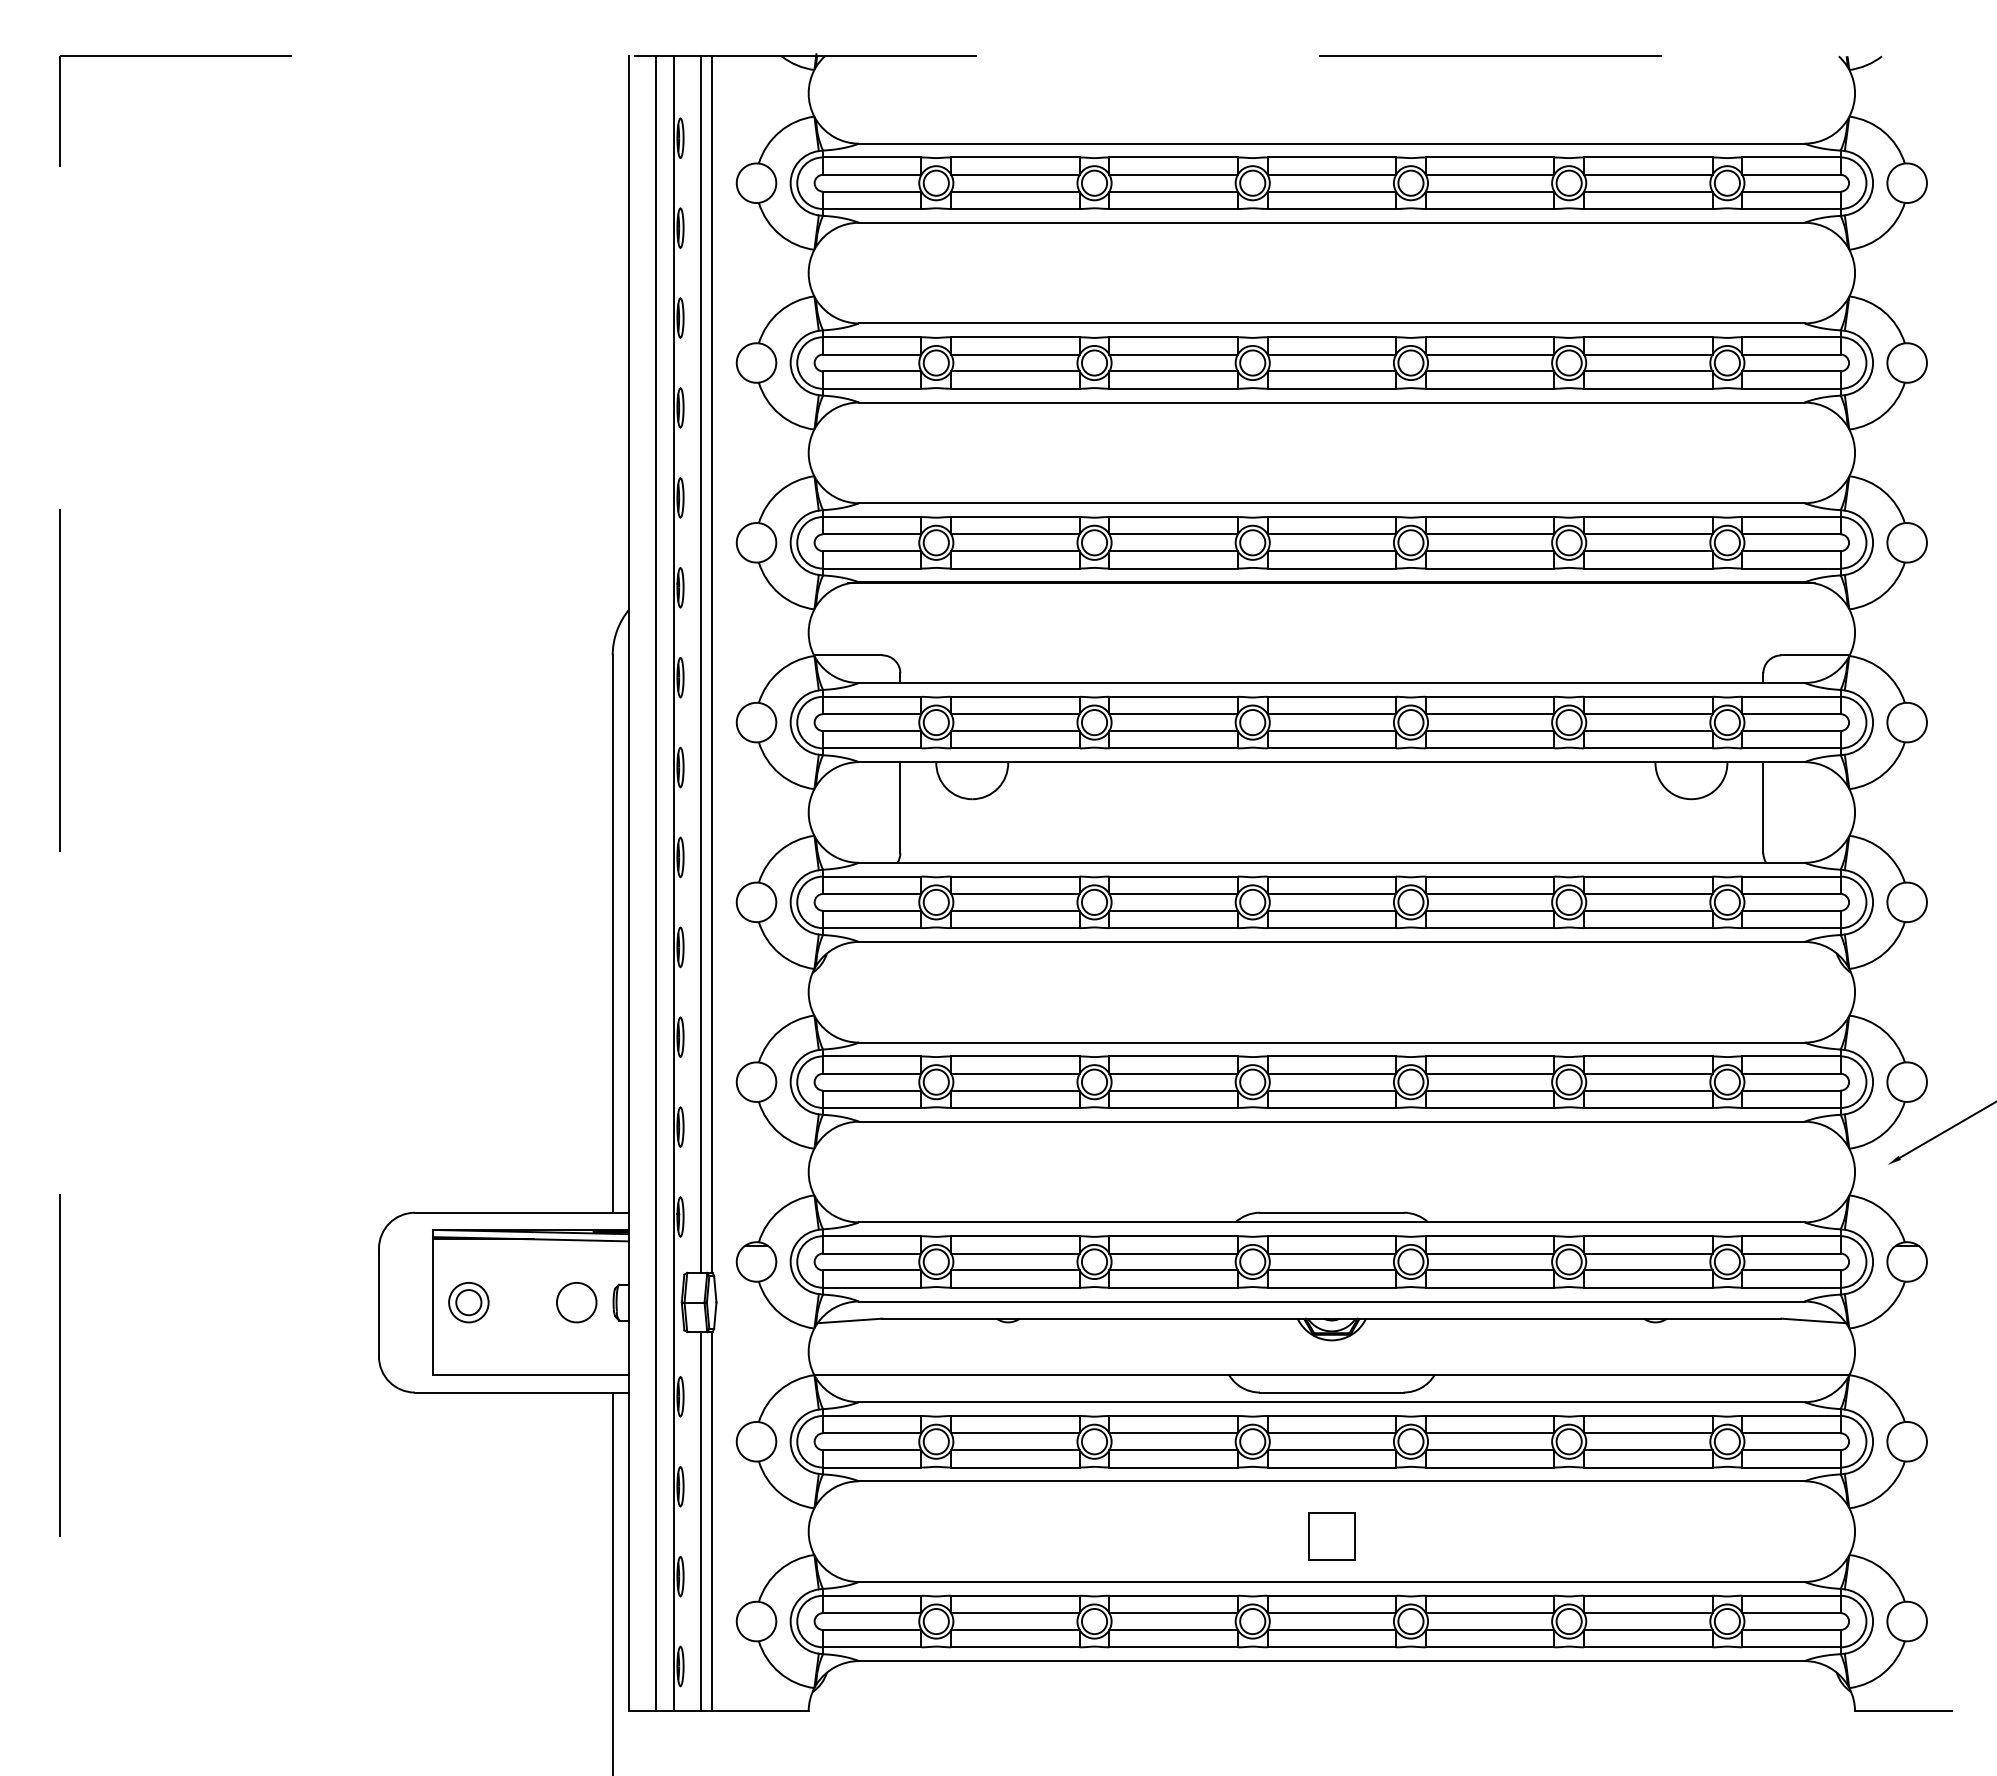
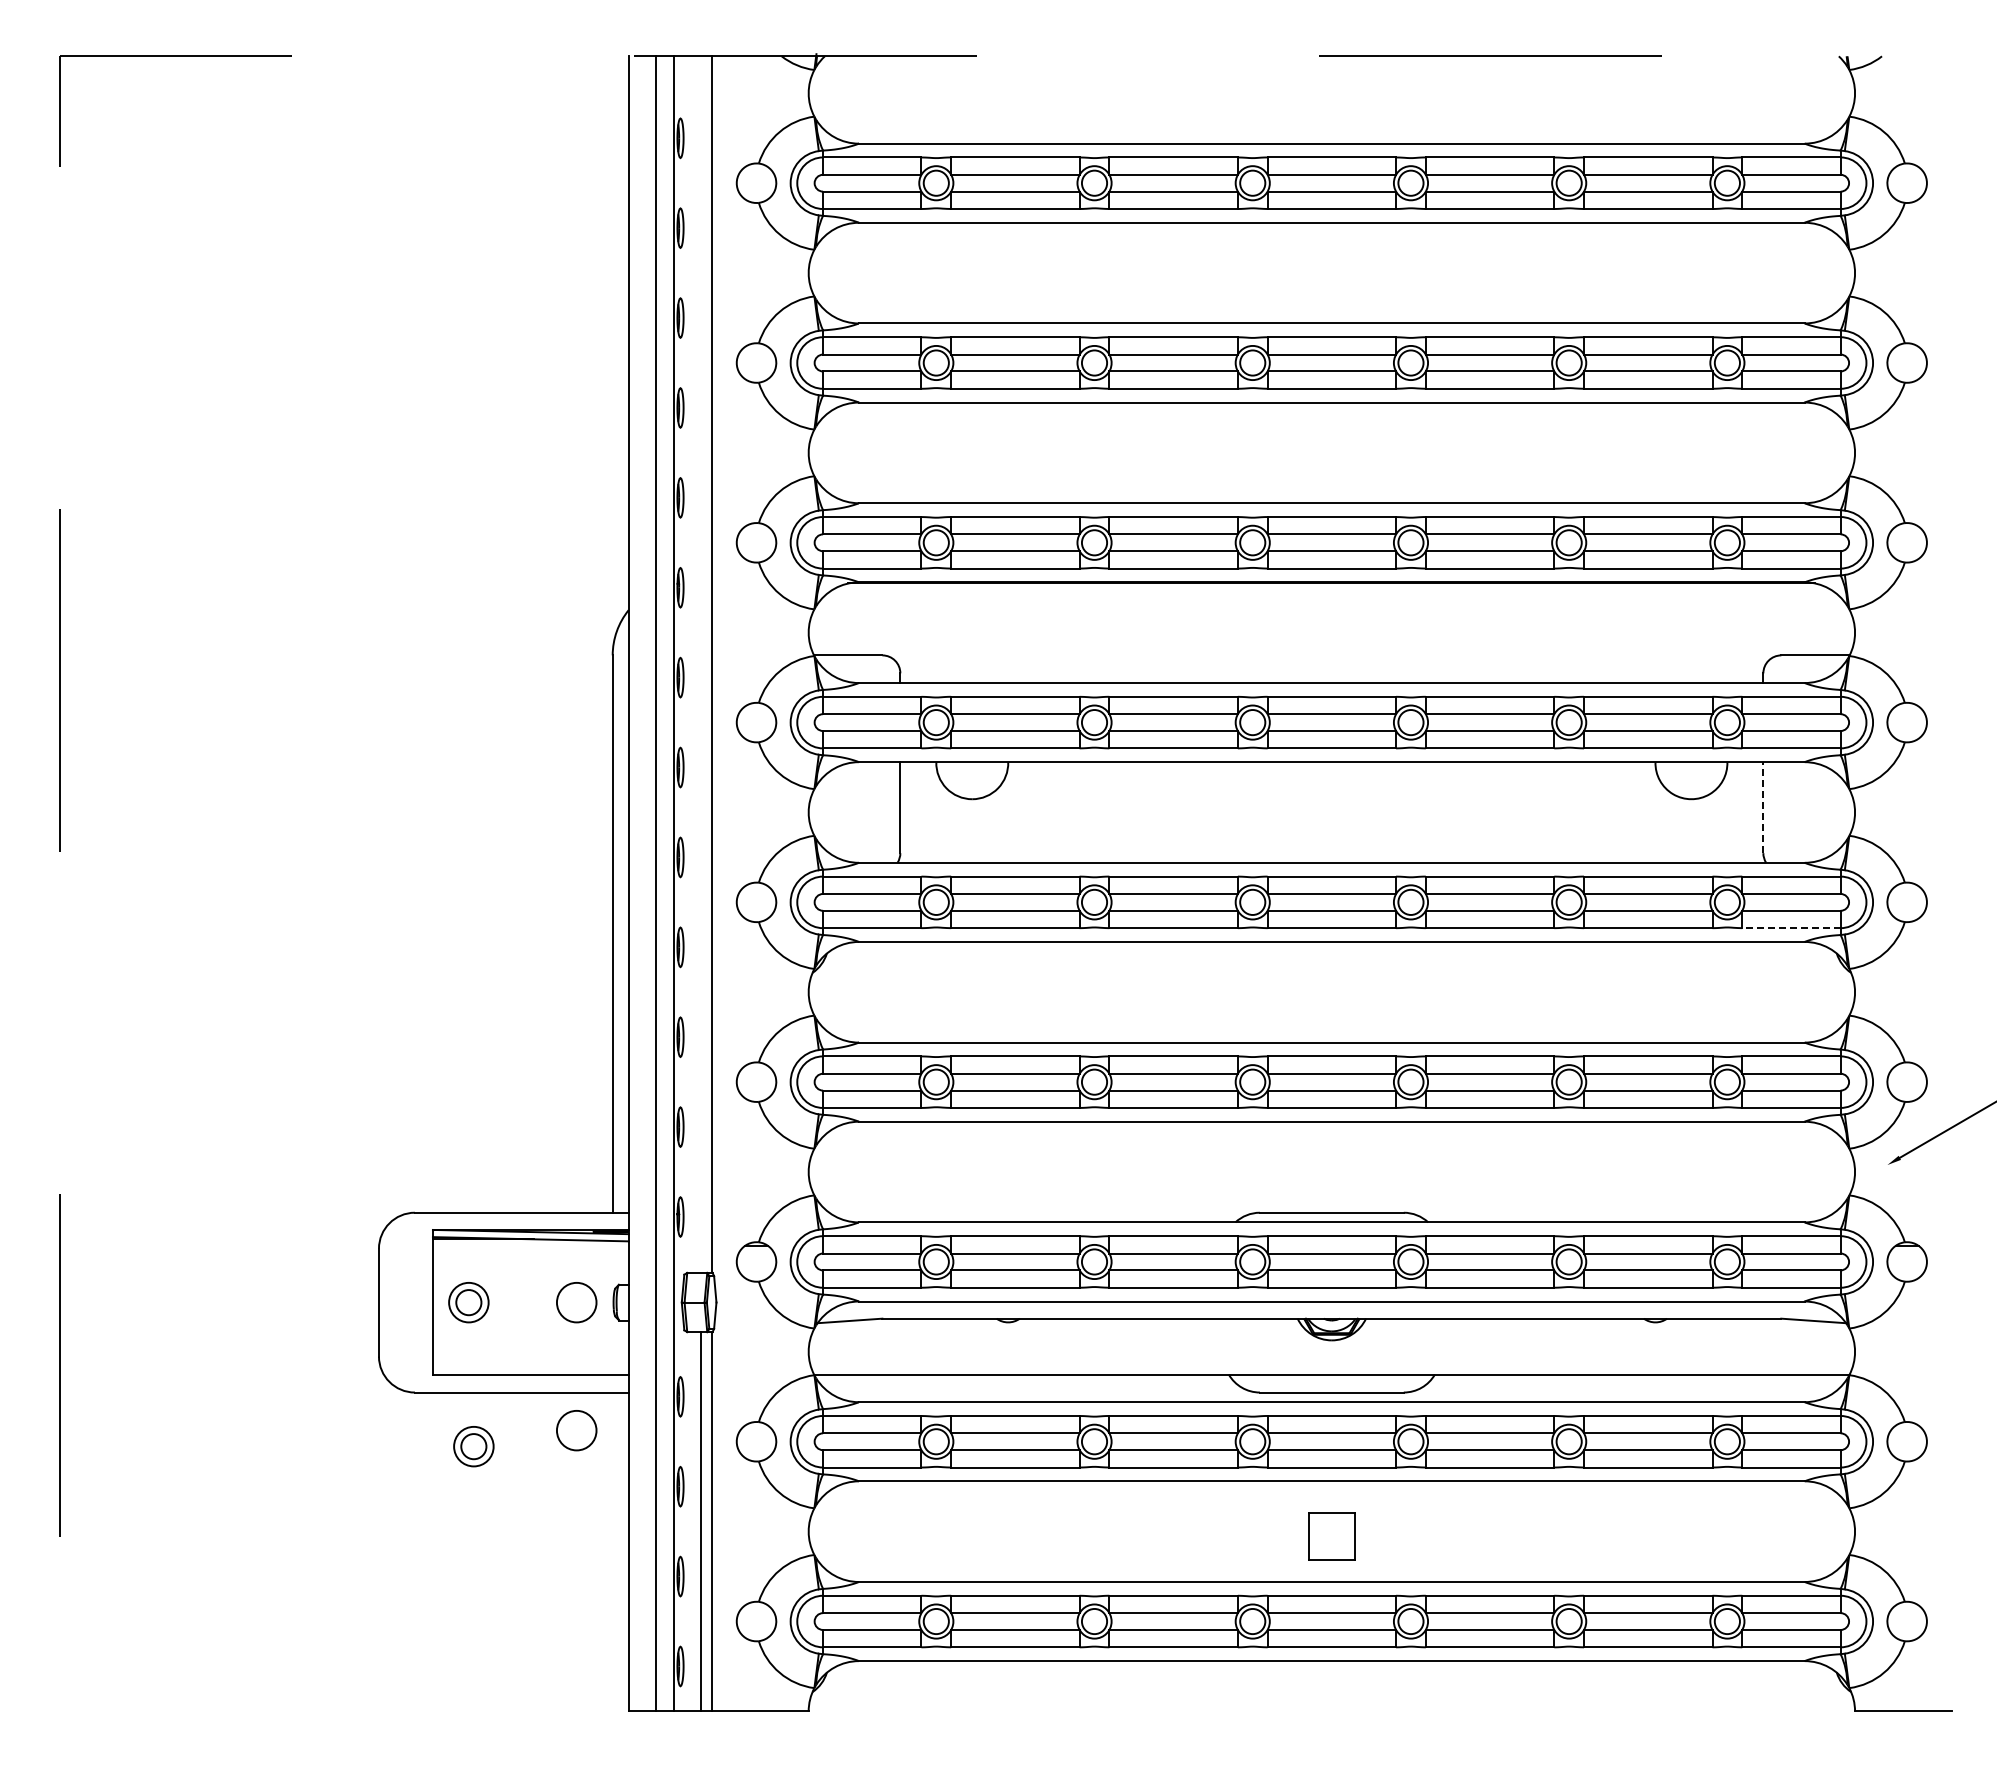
line at (701, 664): present -> none
line at (1763, 807): solid -> dashed
line at (1790, 928): solid -> dashed
circle at (576, 1430): none -> present
part at (473, 1446): none -> present
line at (612, 1582): present -> none
